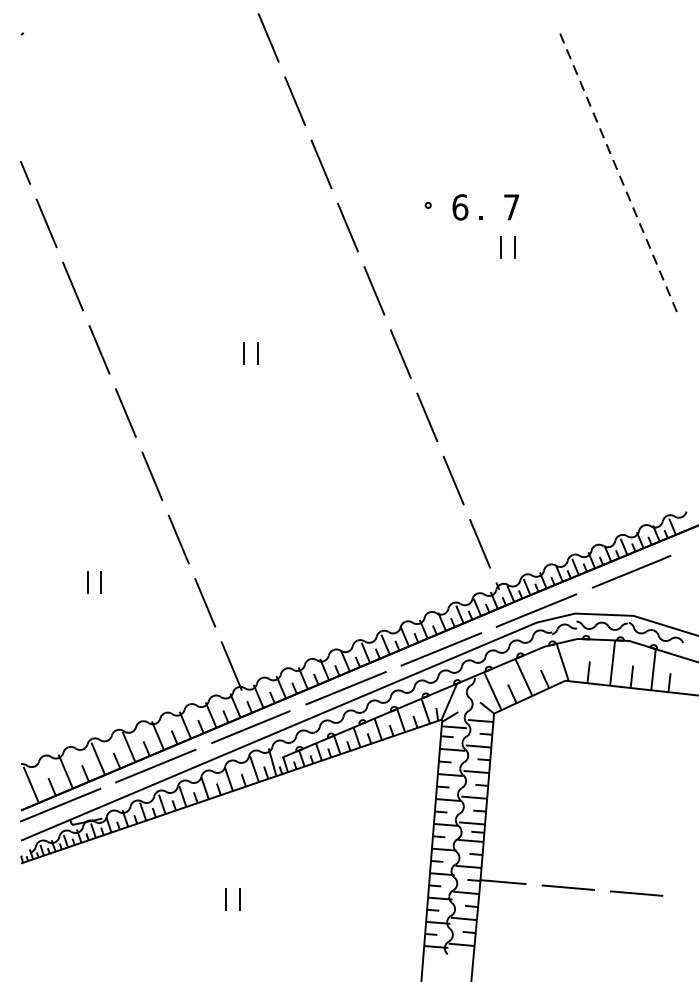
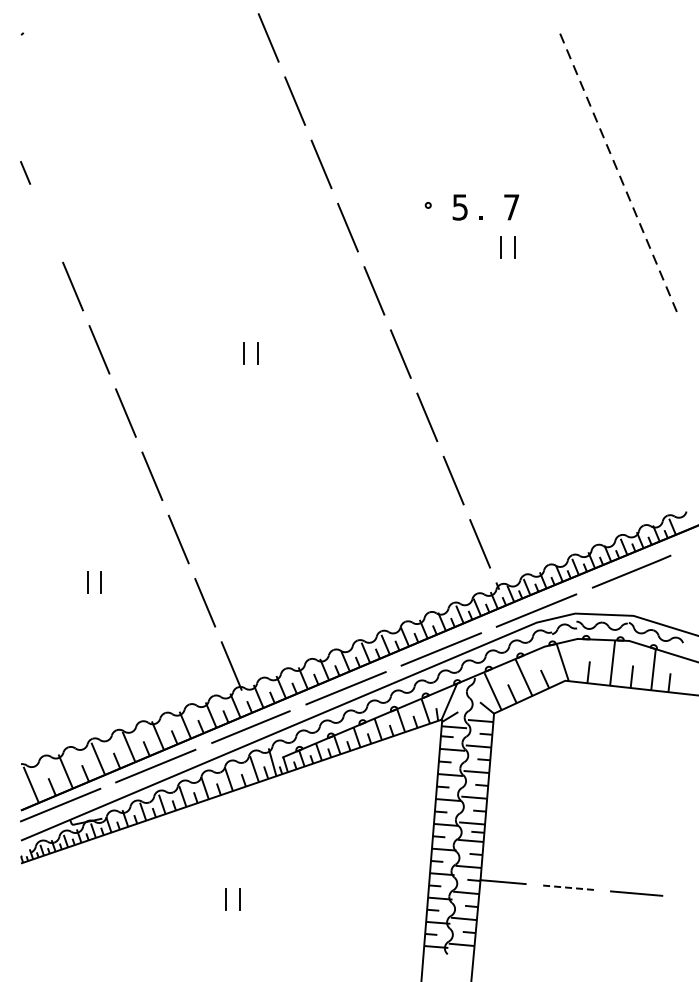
text at (460, 207): 6 -> 5
line at (46, 223): present -> none
line at (568, 887): solid -> dashed
